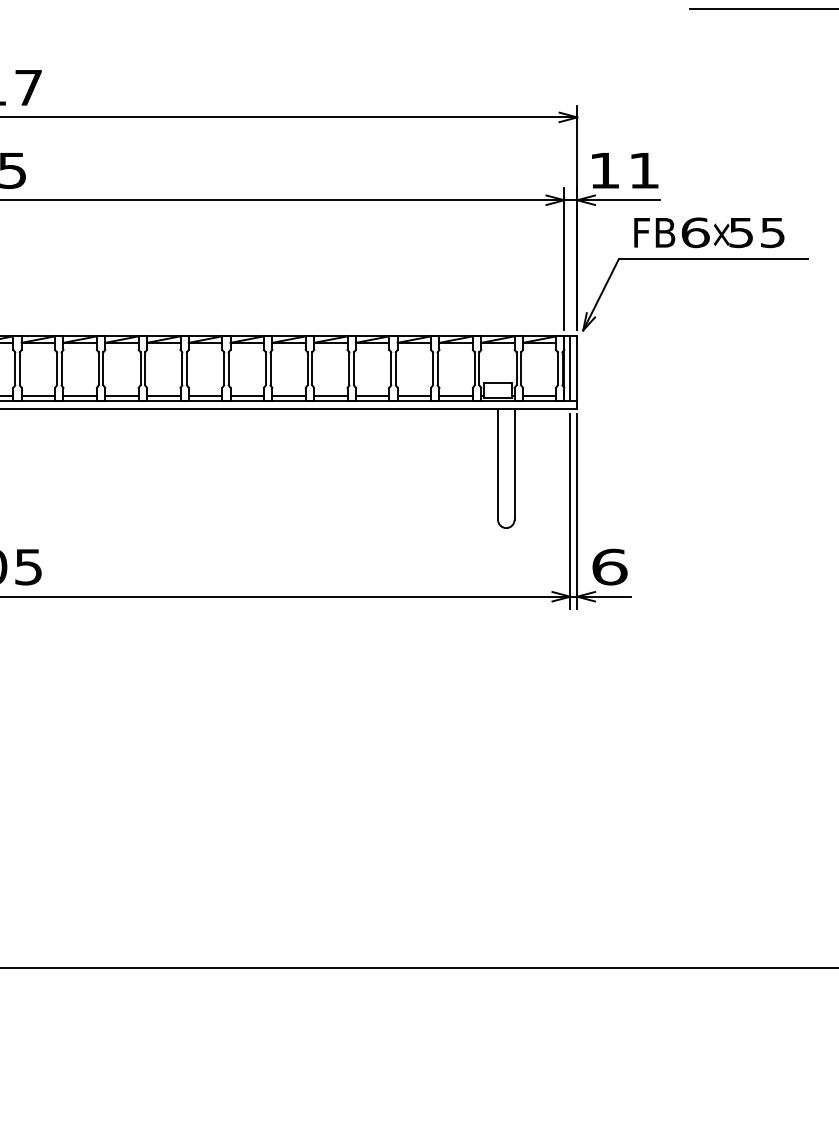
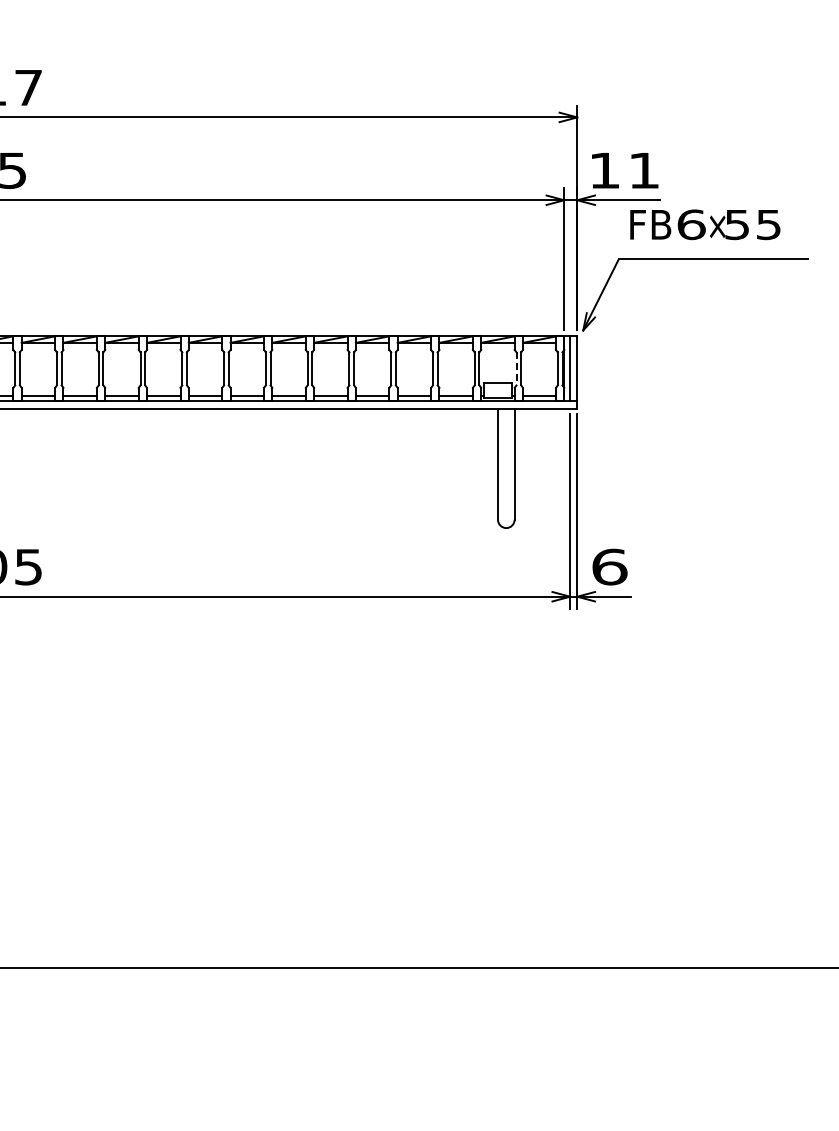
line at (762, 9): present -> none
text at (709, 232) position: (709, 232) -> (705, 224)
line at (516, 368): solid -> dashed
